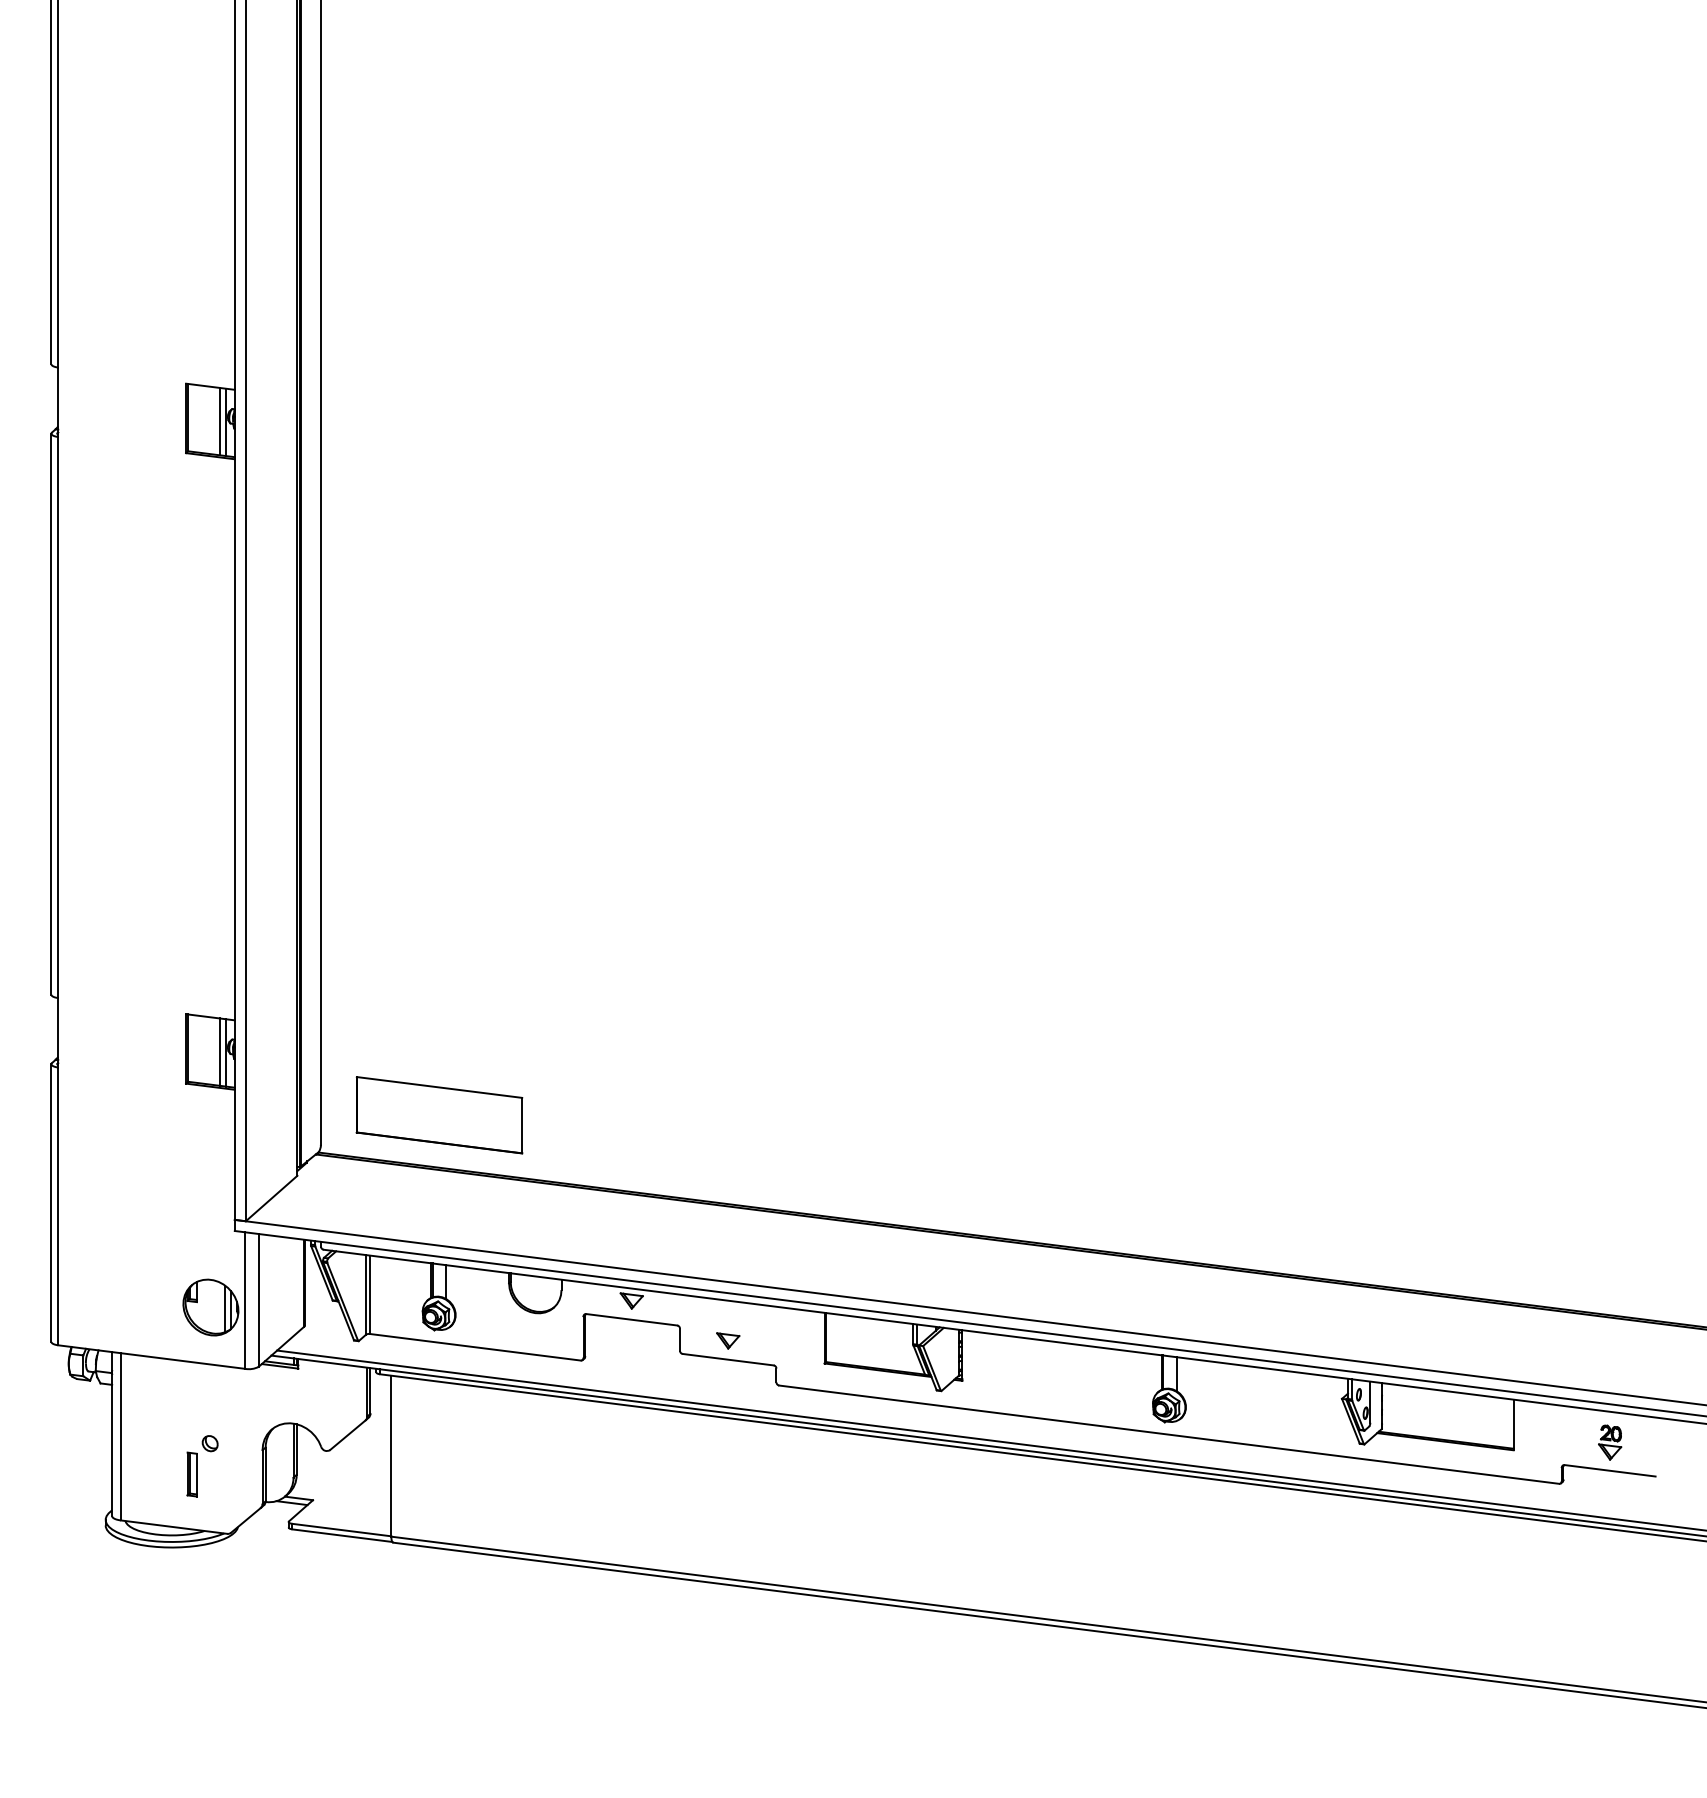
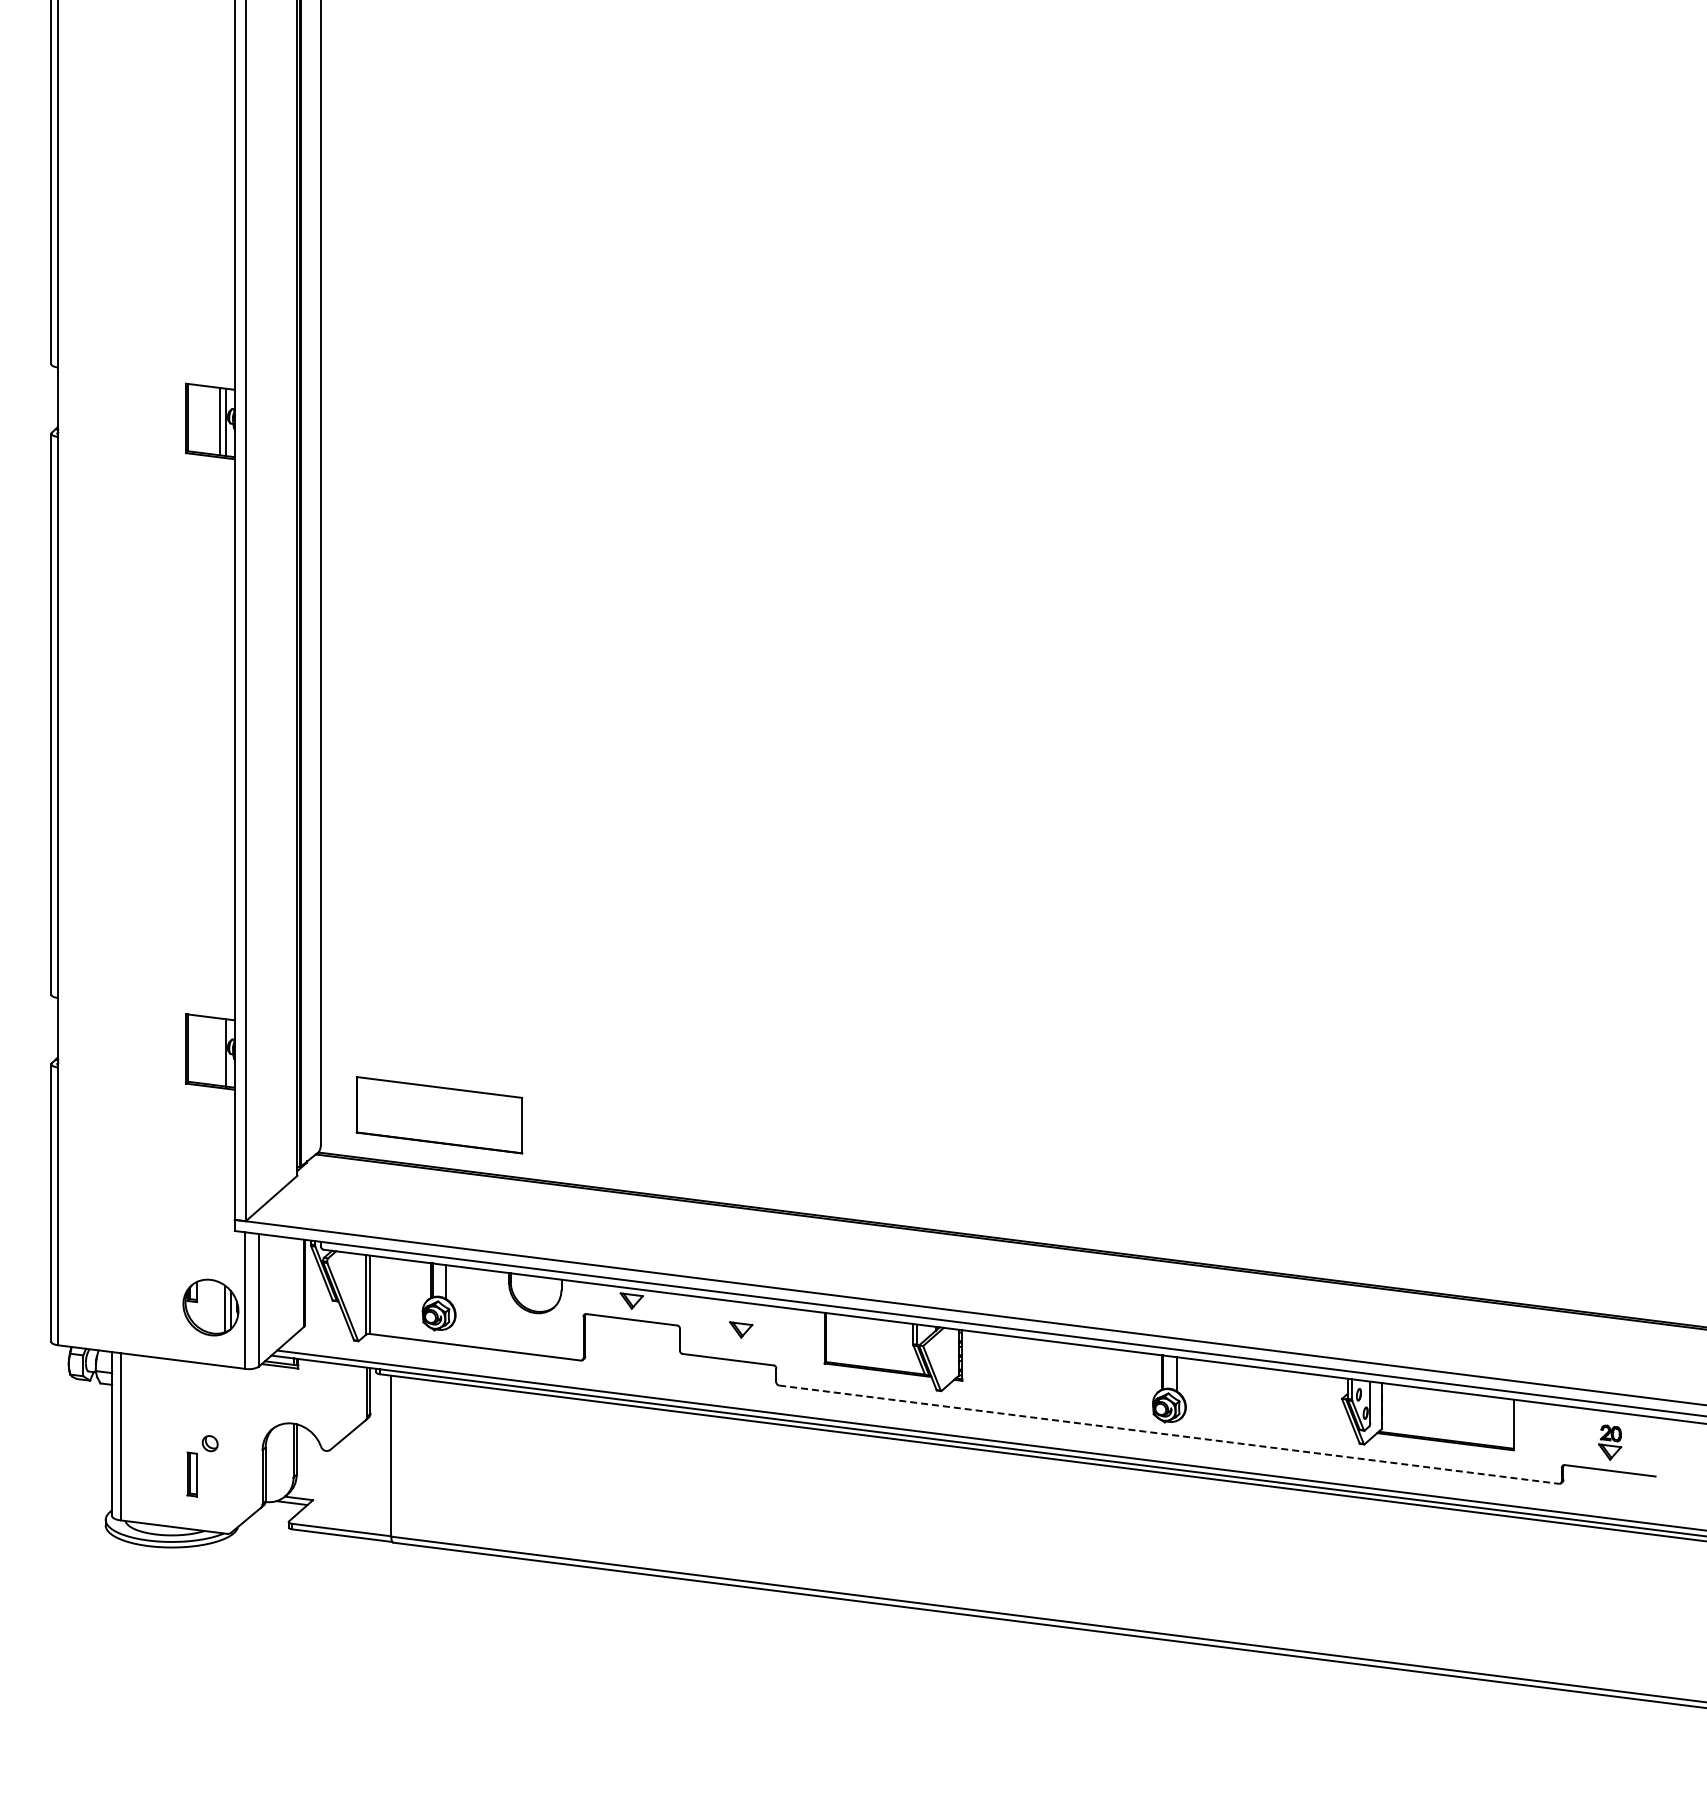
line at (219, 1051): present -> none
part at (728, 1340) position: (728, 1340) -> (741, 1329)
line at (1169, 1434): solid -> dashed
